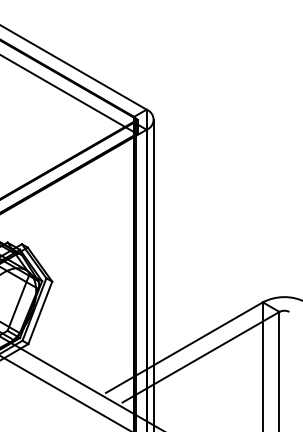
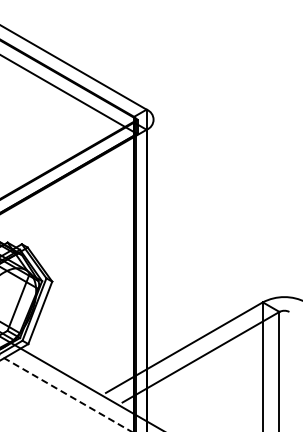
line at (153, 273): present -> none
line at (65, 393): solid -> dashed
